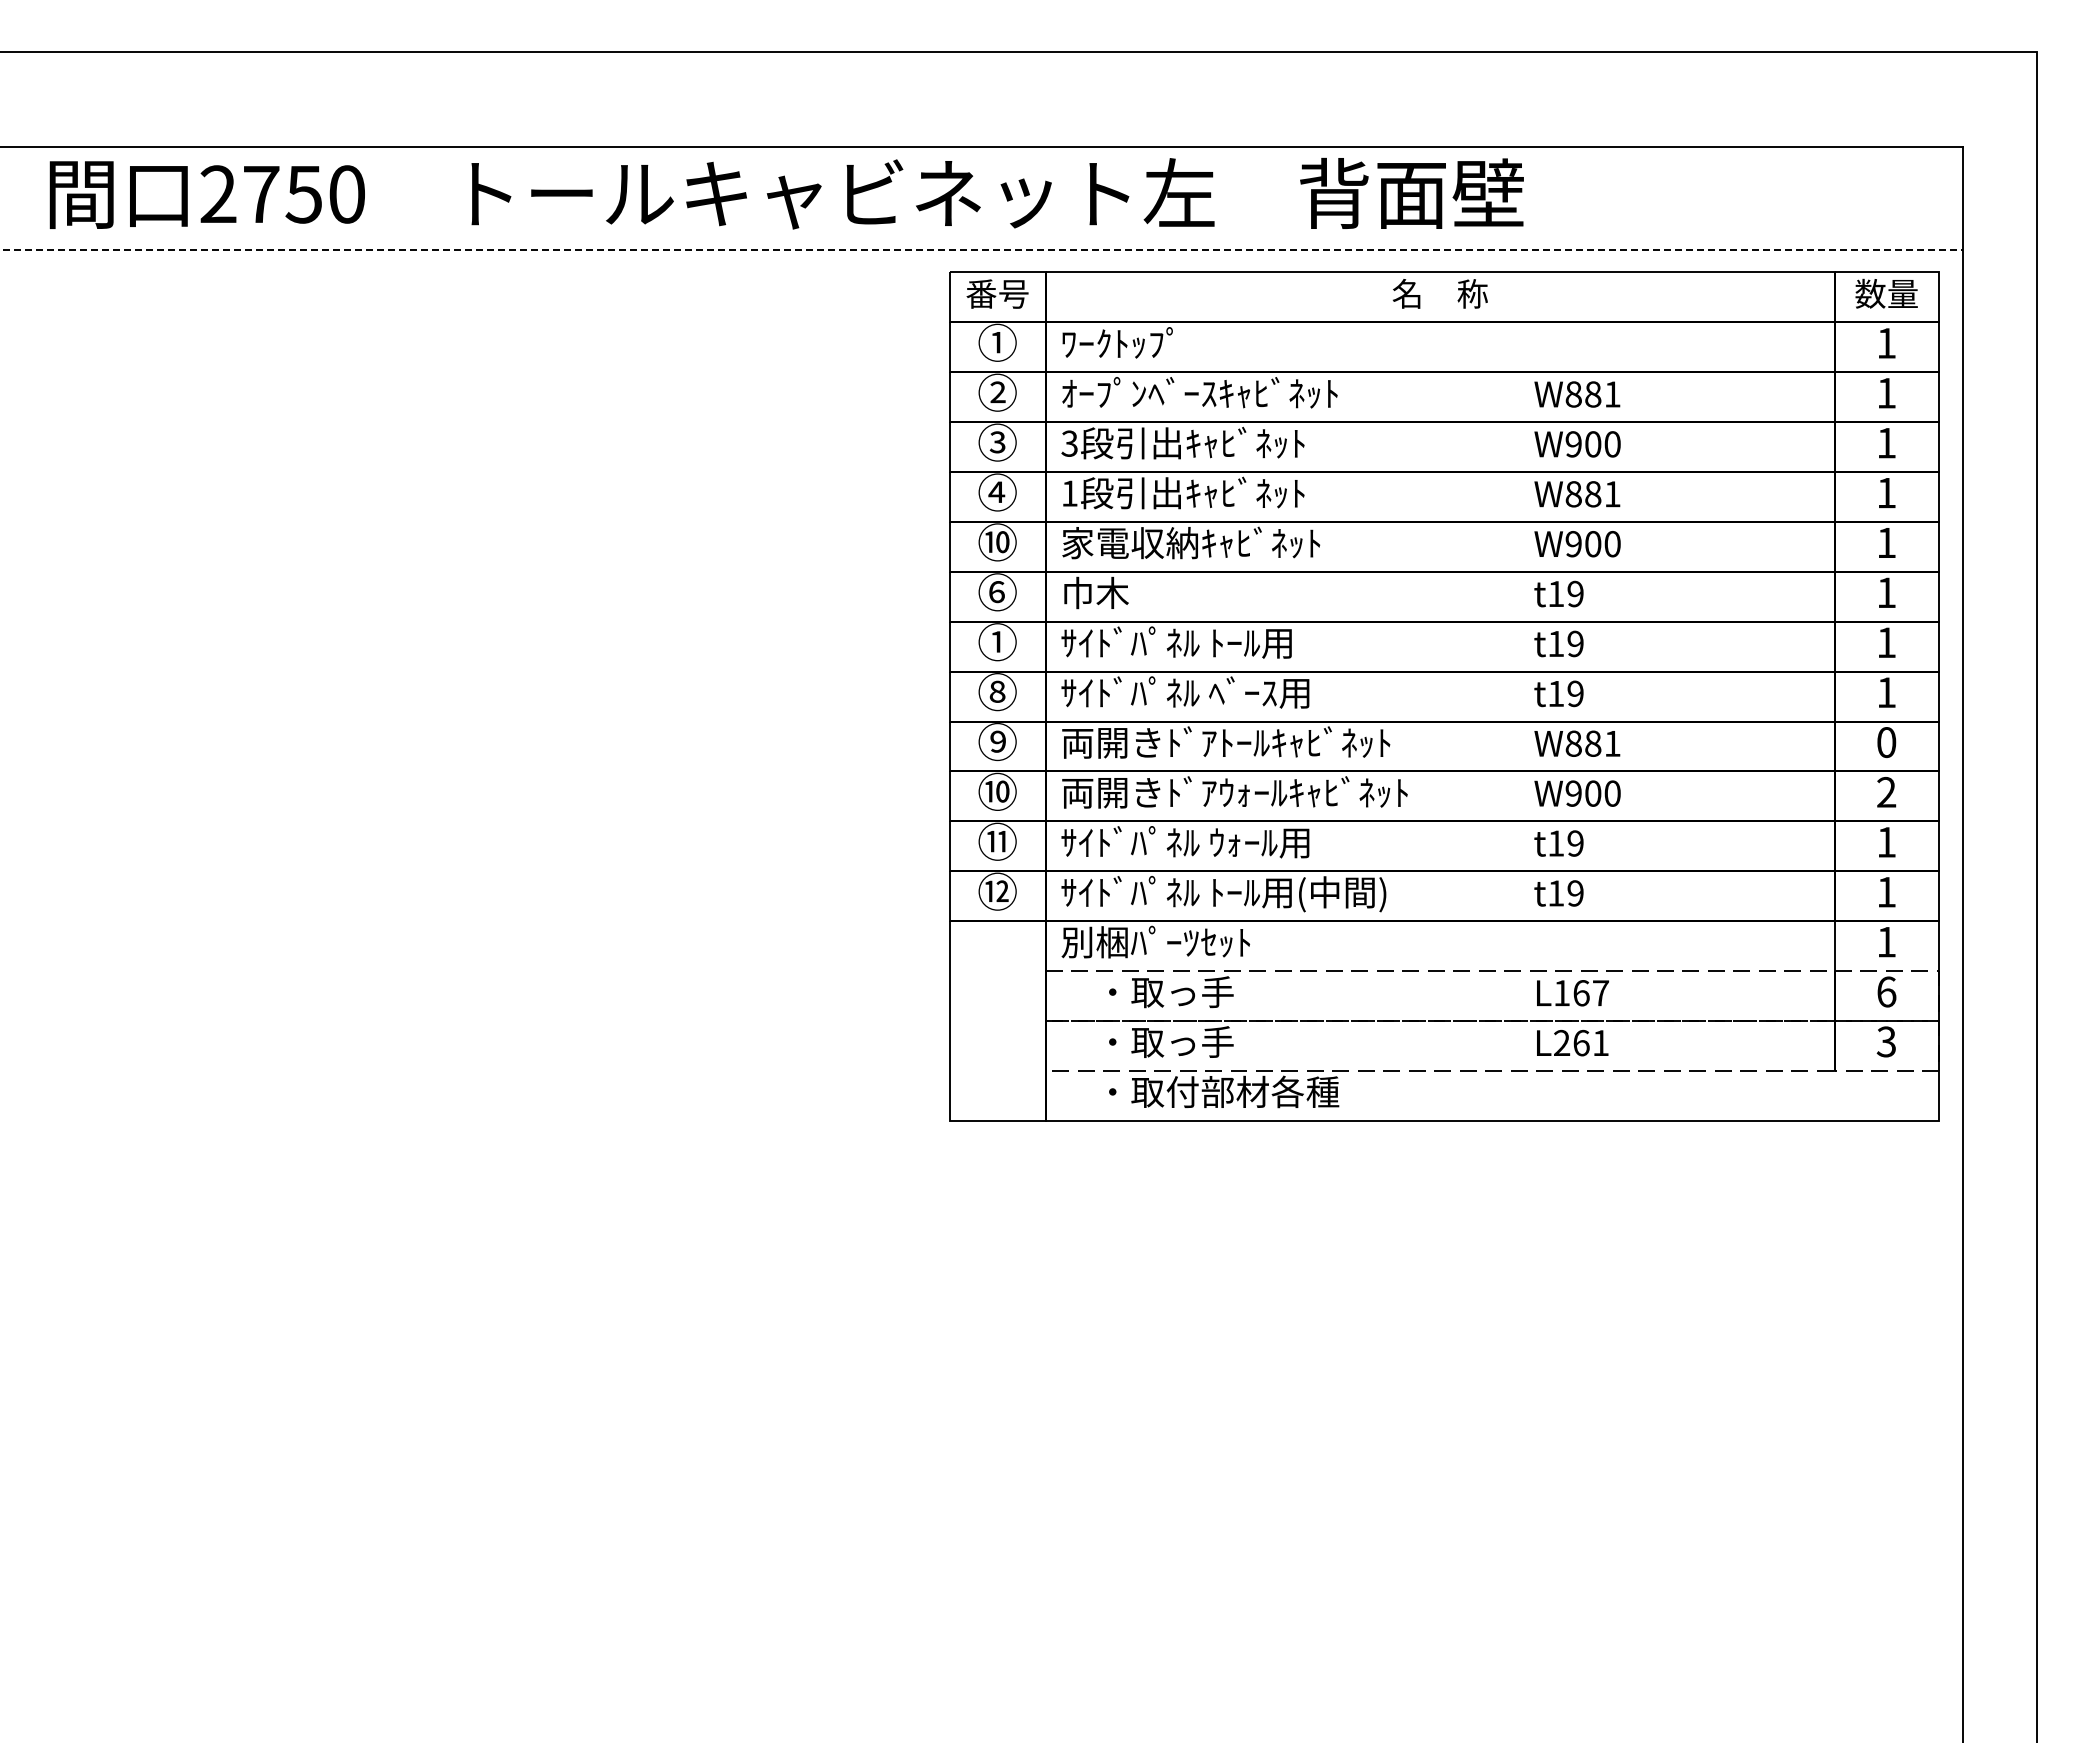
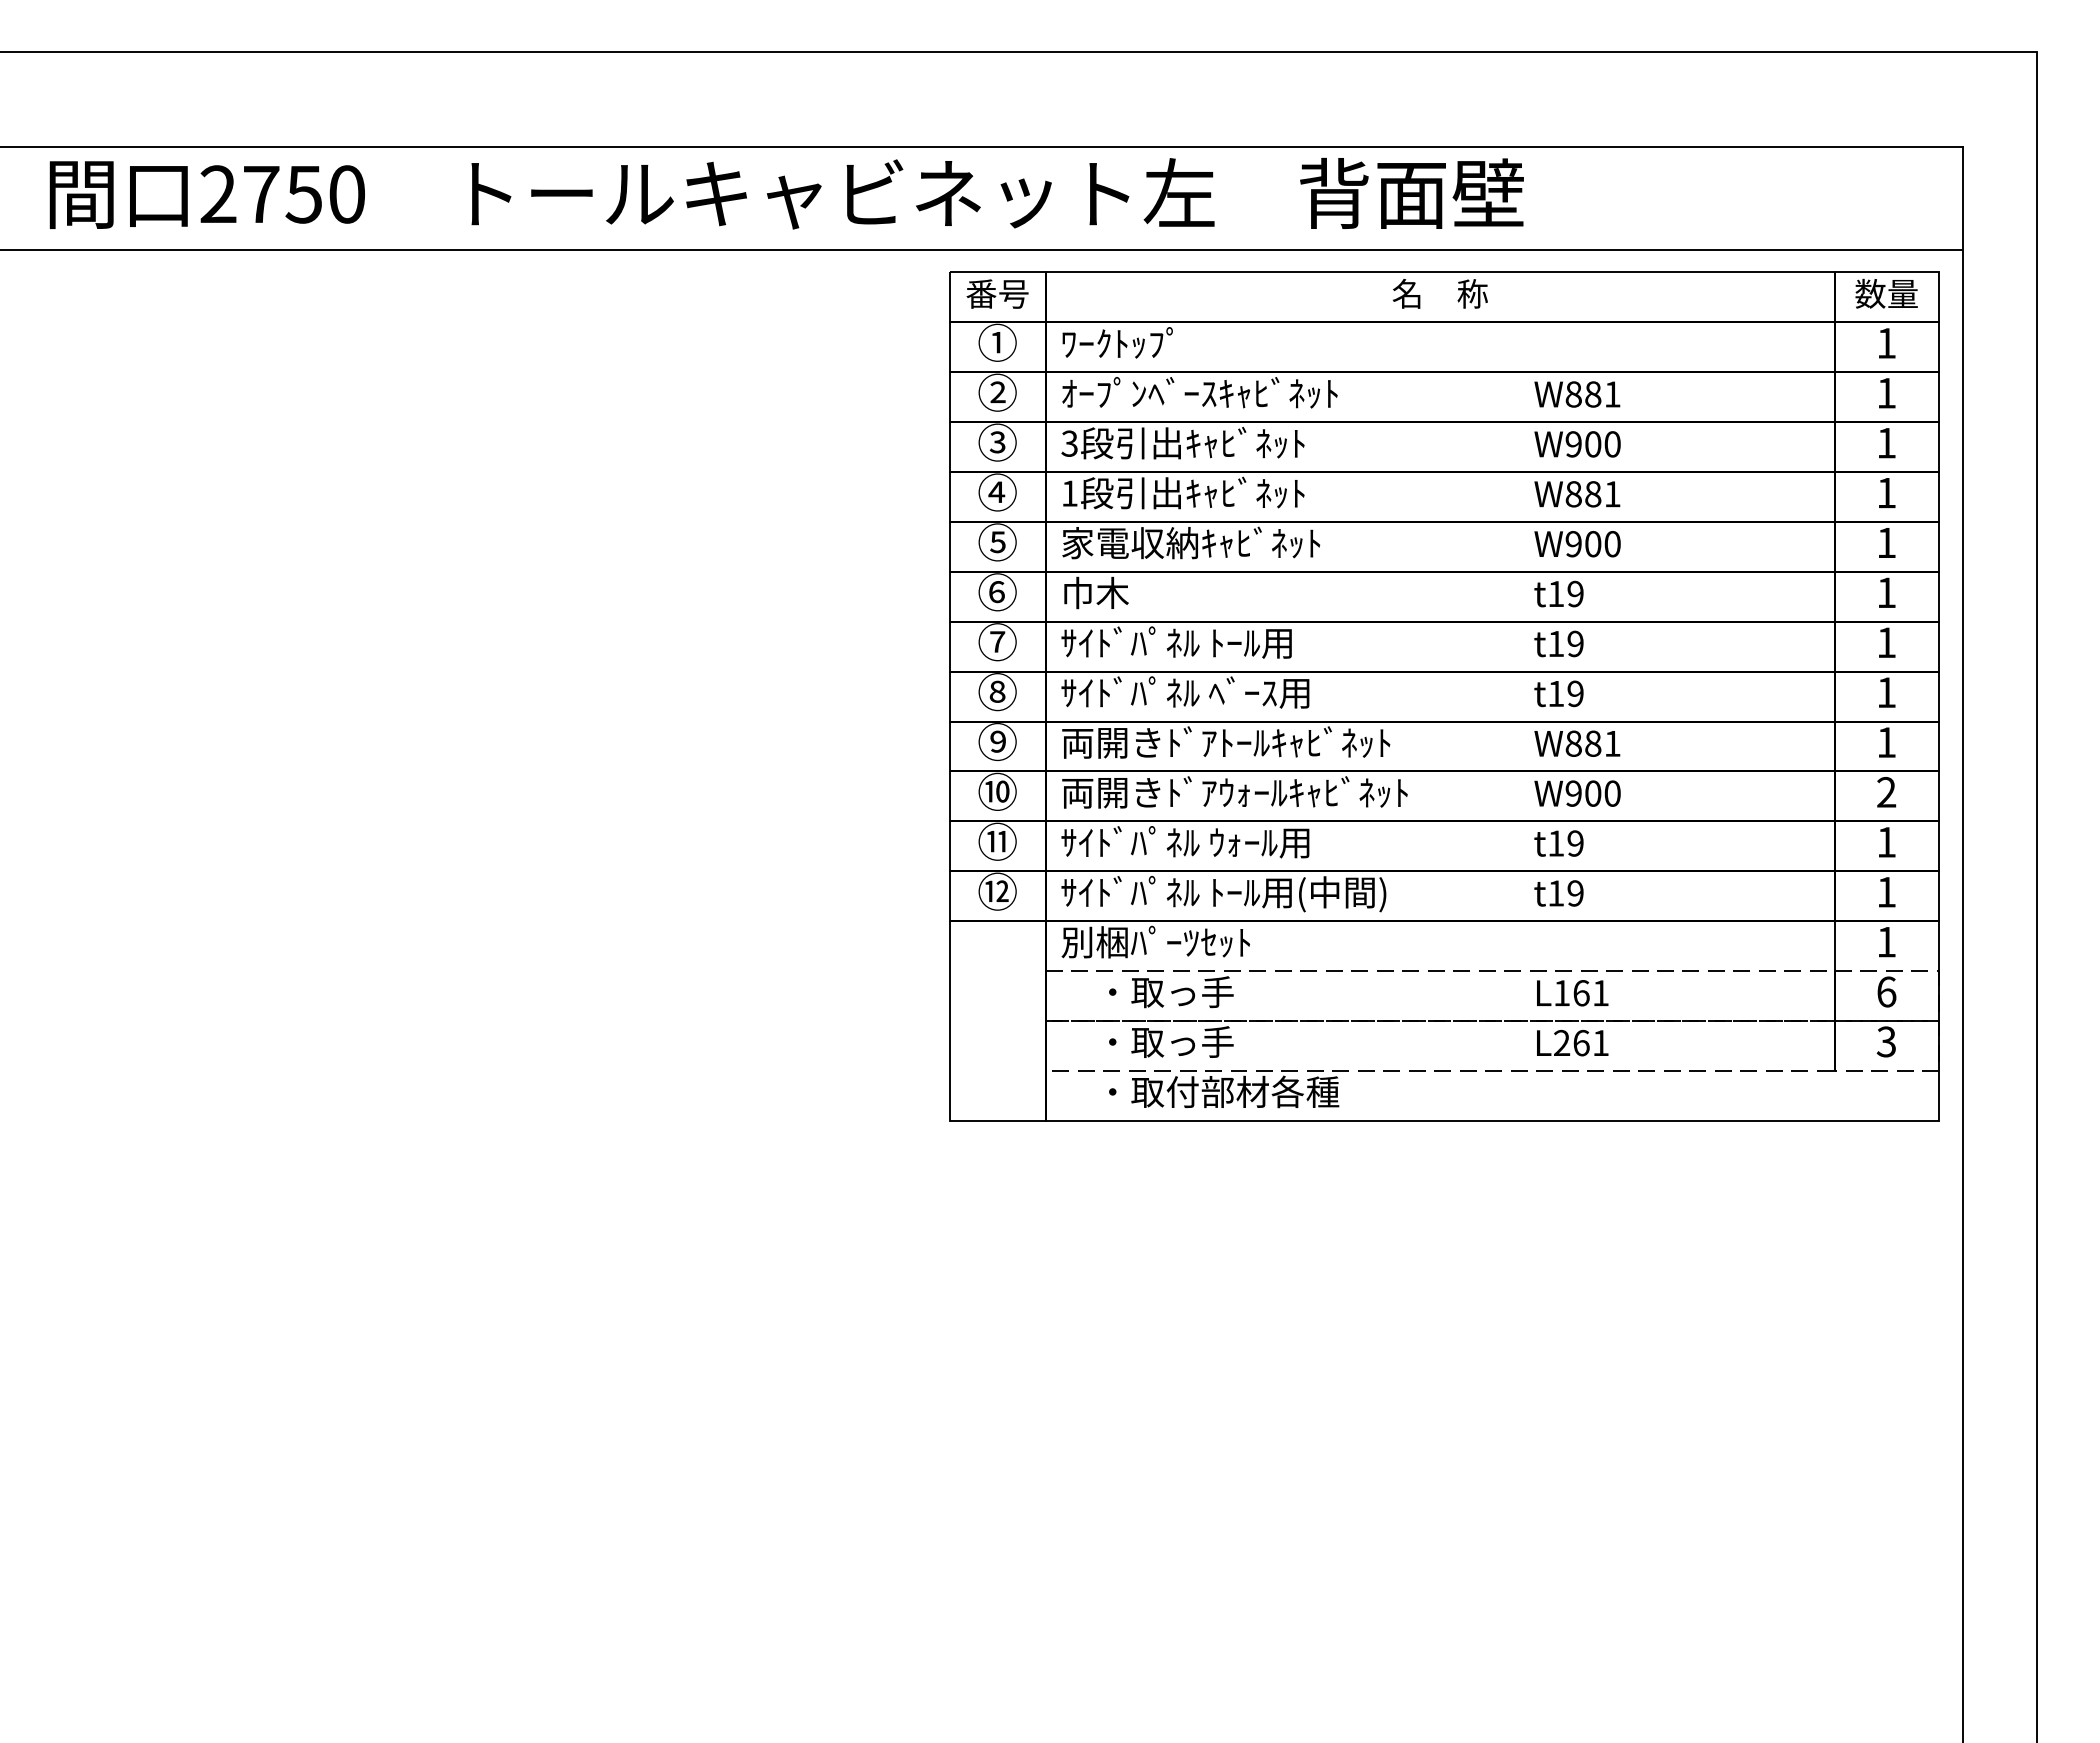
line at (982, 249): dashed -> solid
text at (997, 542): ⑩ -> ⑤
text at (997, 641): ① -> ⑦
text at (1886, 742): 0 -> 1
text at (1601, 993): L167 -> L161
